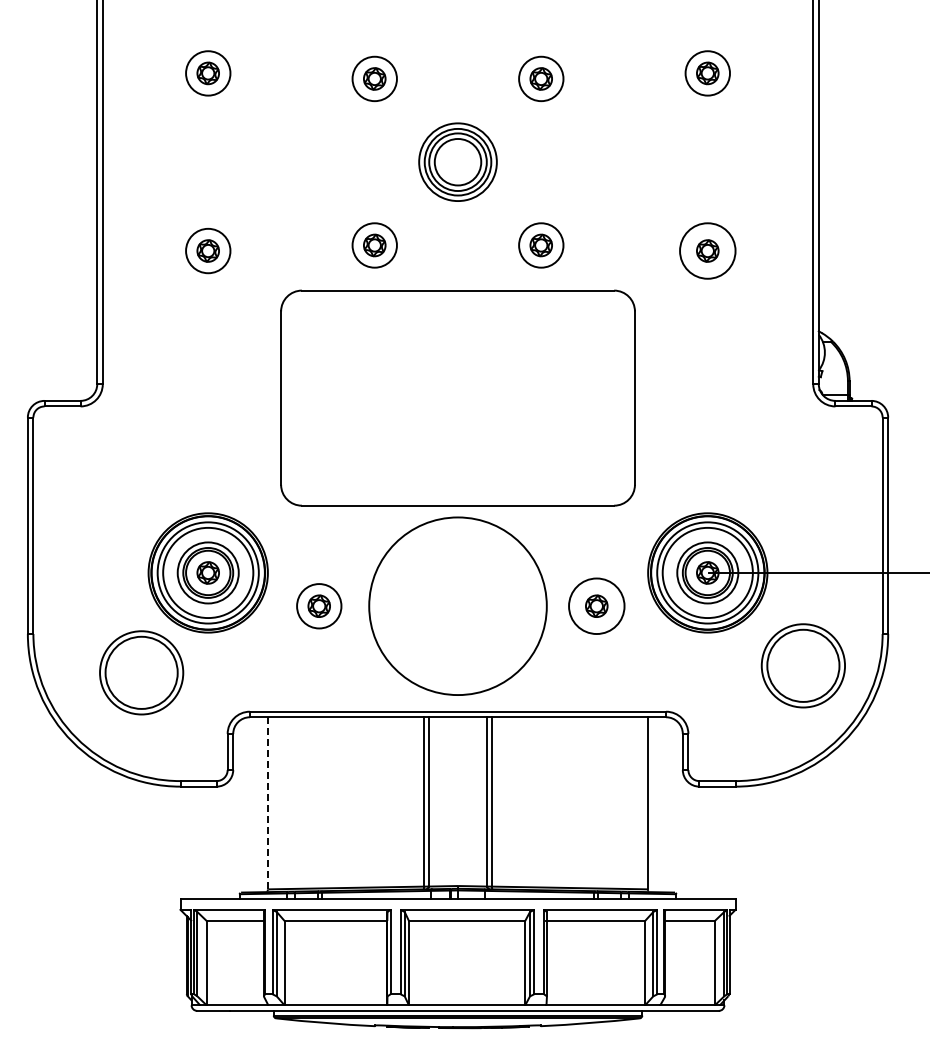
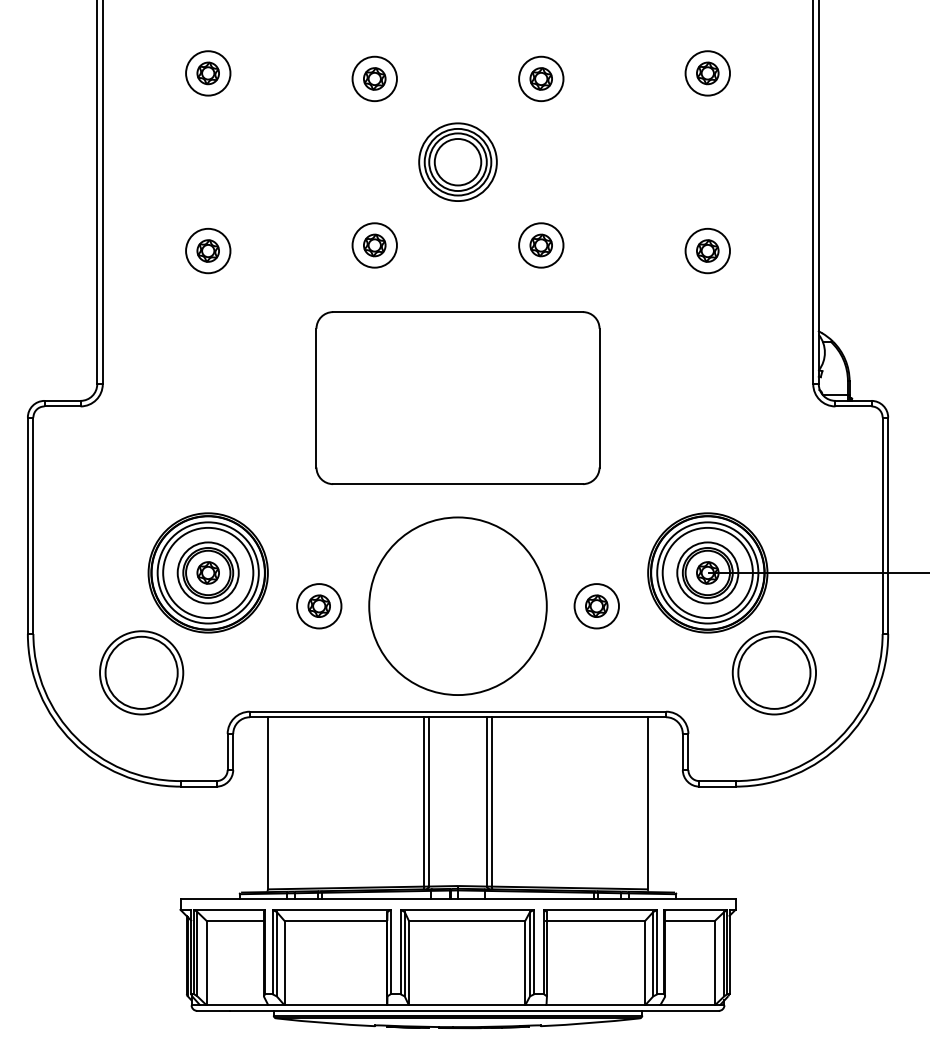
circle at (707, 250) diameter: 56 px -> 44 px
part at (457, 397) size: 356x218 px -> 286x174 px
circle at (596, 606) diameter: 56 px -> 44 px
part at (802, 665) position: (802, 665) -> (773, 672)
line at (267, 803): dashed -> solid
